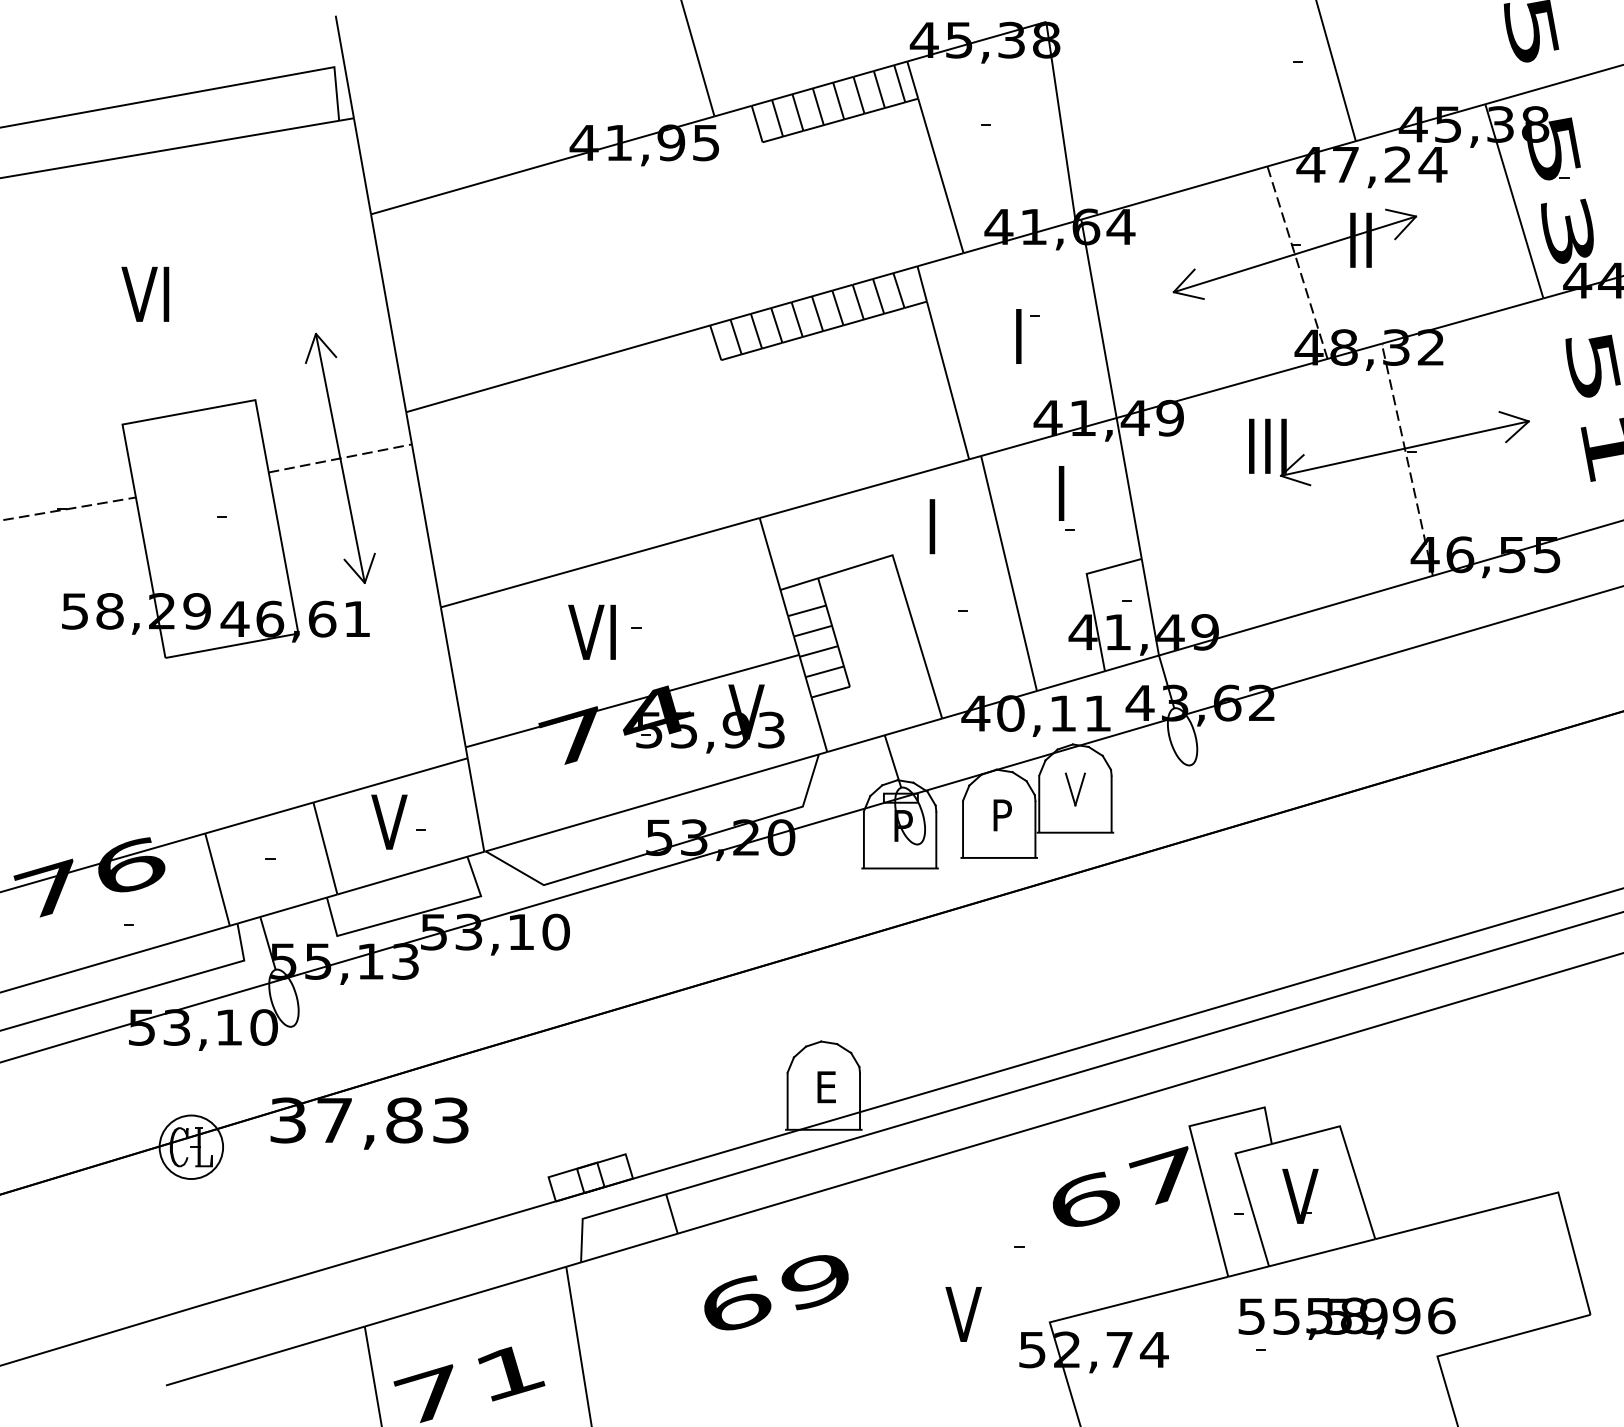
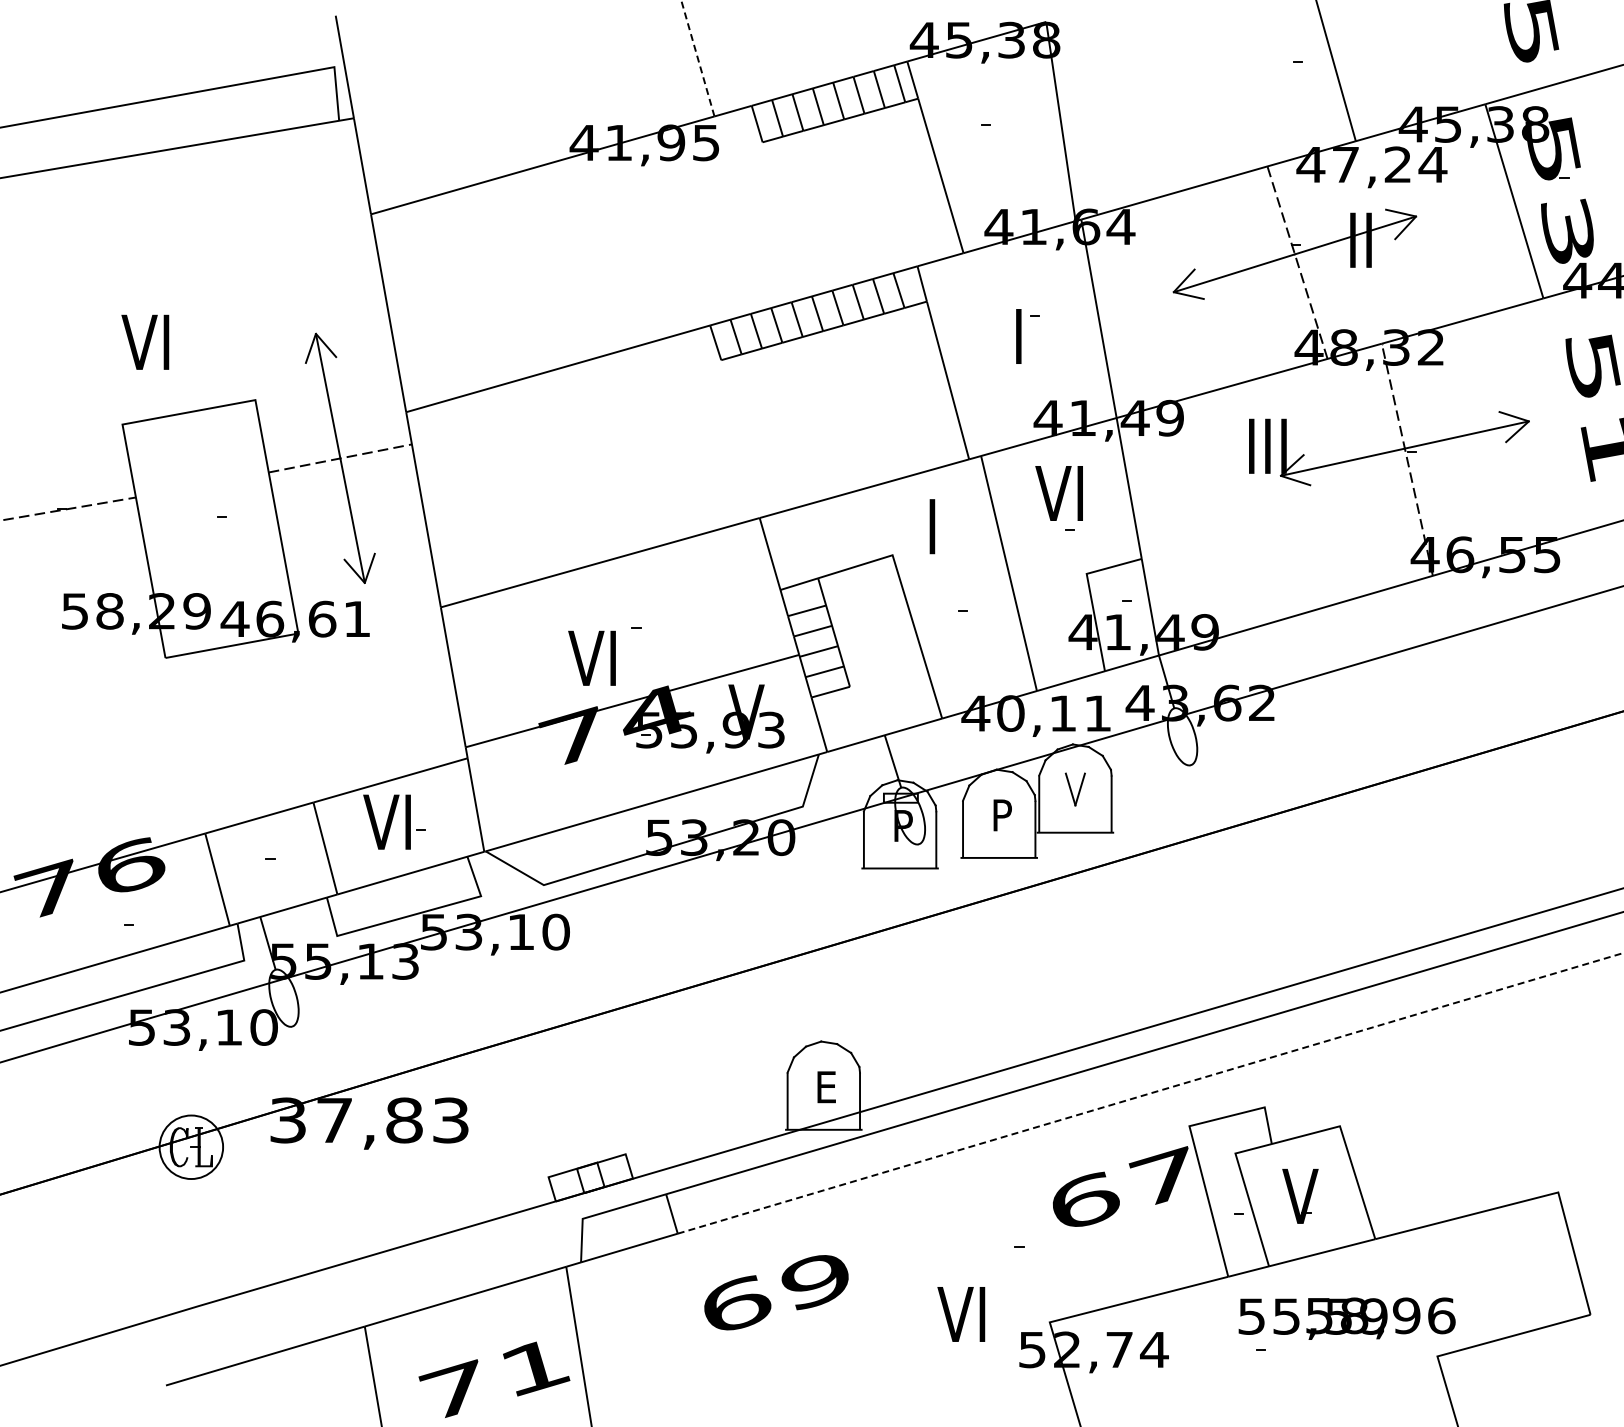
line at (697, 58): solid -> dashed
text at (145, 293) position: (145, 293) -> (145, 341)
text at (1058, 493): I -> VI
text at (591, 631) position: (591, 631) -> (591, 657)
text at (386, 821): V -> VI
line at (1150, 1093): solid -> dashed
text at (961, 1314): V -> VI
text at (469, 1384) position: (469, 1384) -> (494, 1379)
